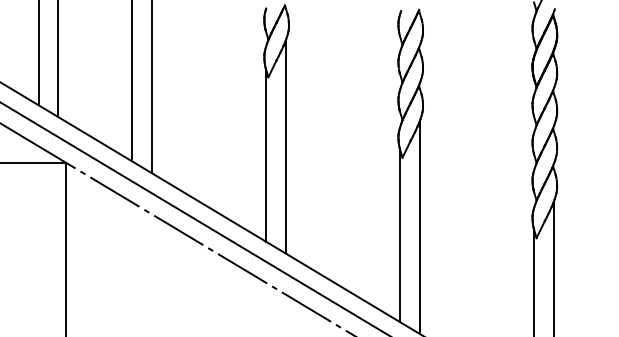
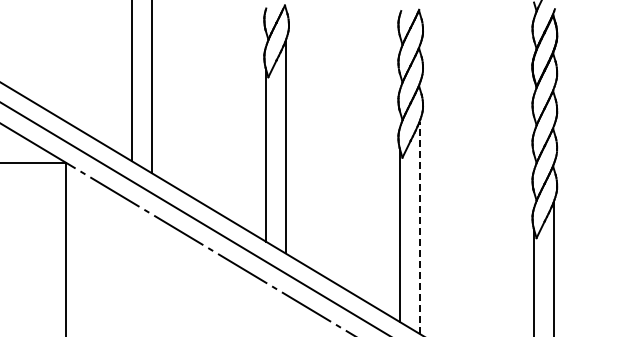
line at (38, 53): present -> none
line at (58, 59): present -> none
line at (419, 227): solid -> dashed
